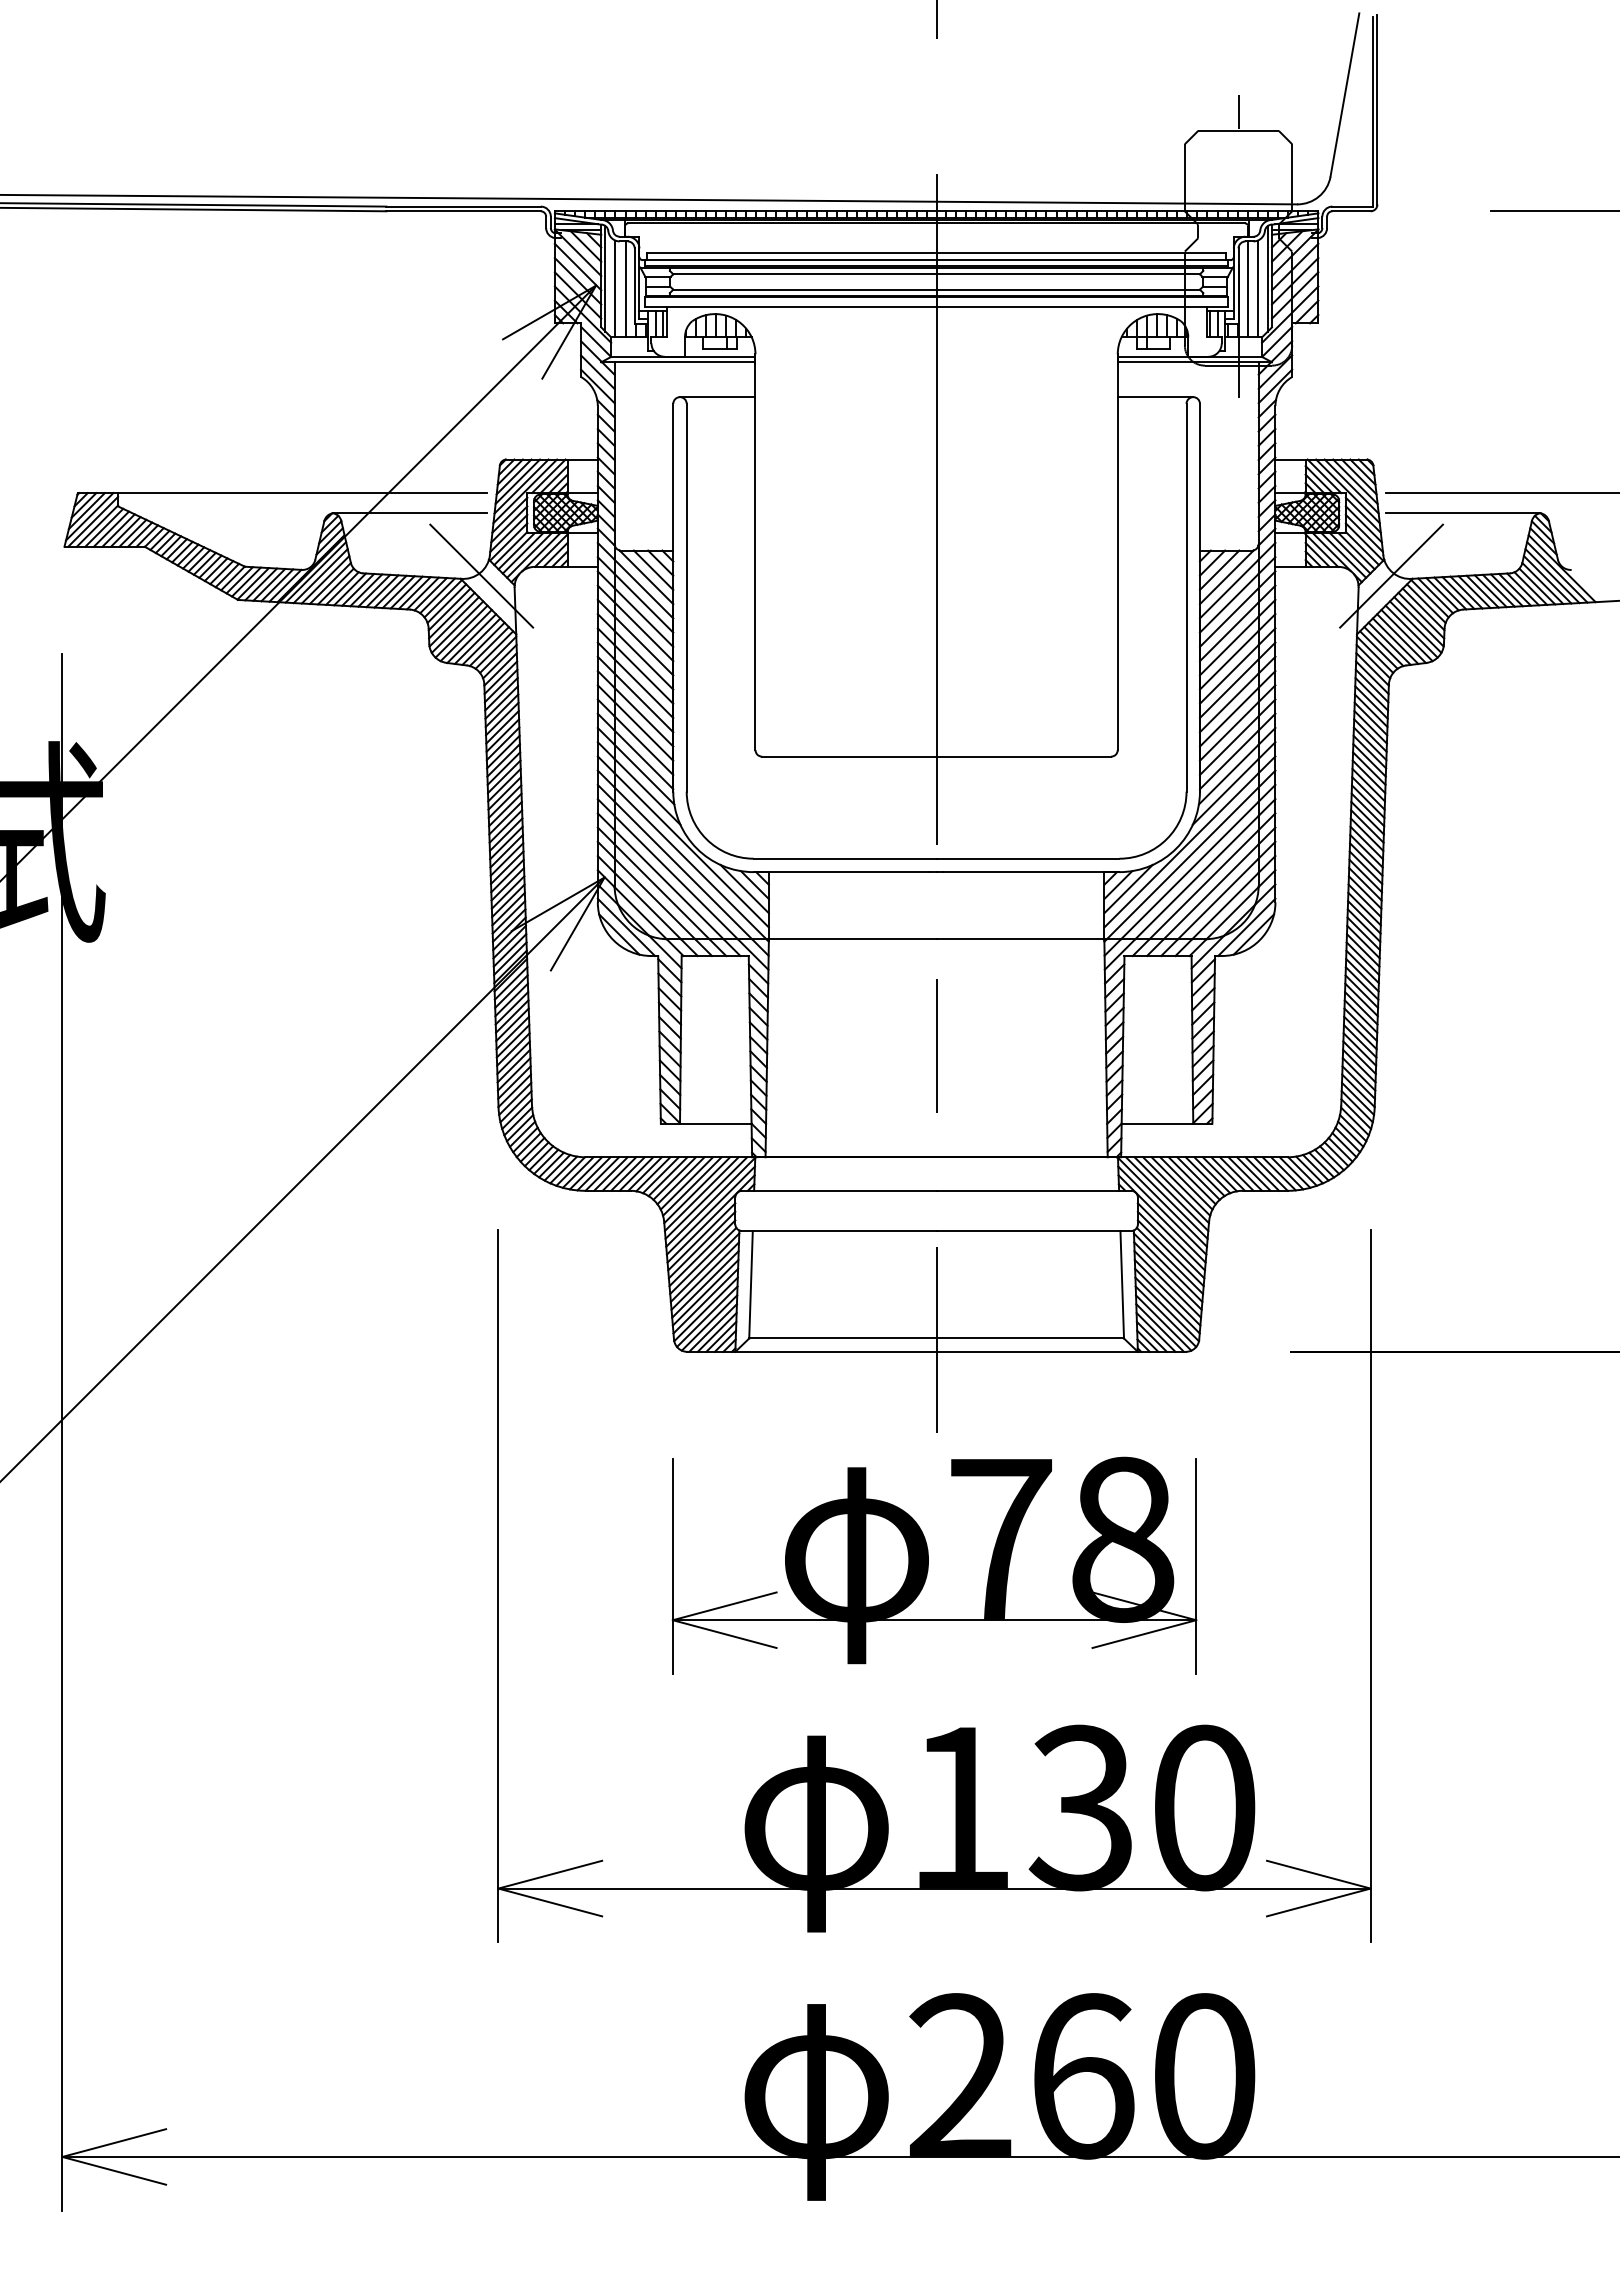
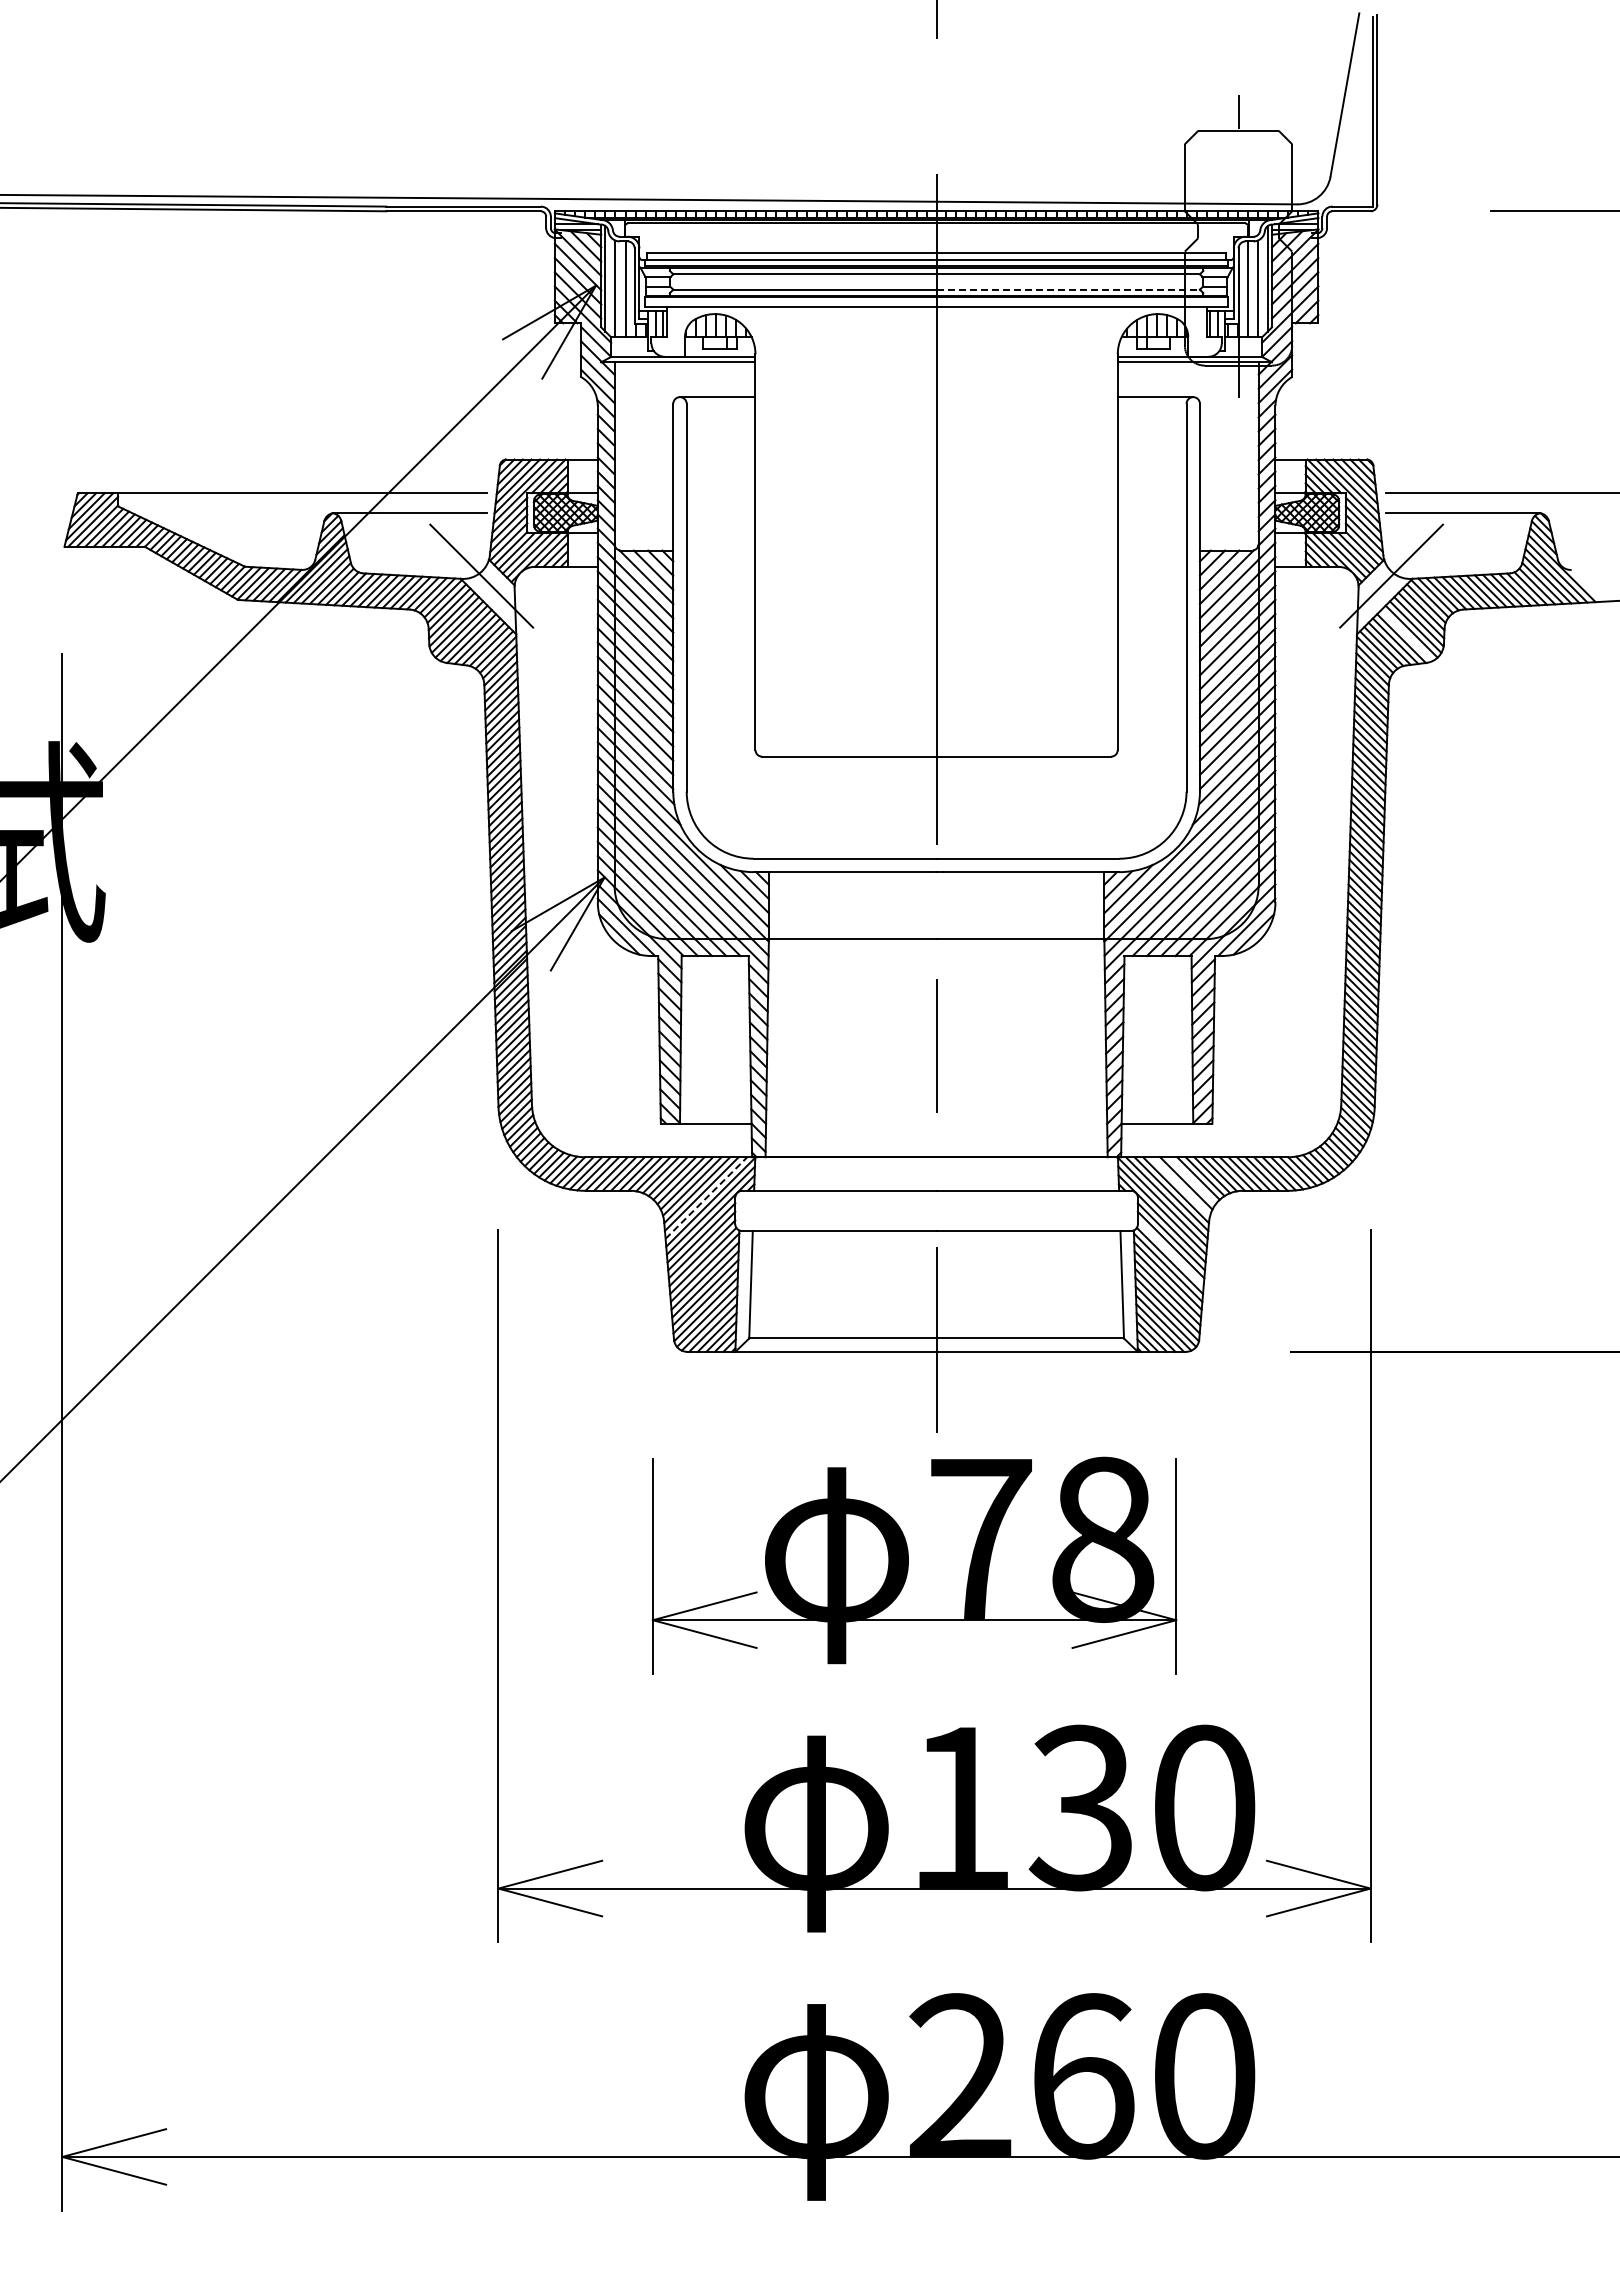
line at (1068, 289): solid -> dashed
line at (1406, 635): present -> none
line at (1191, 1180): present -> none
line at (1180, 1186): present -> none
line at (706, 1198): solid -> dashed
line at (1170, 1253): present -> none
part at (934, 1565) position: (934, 1565) -> (914, 1565)
